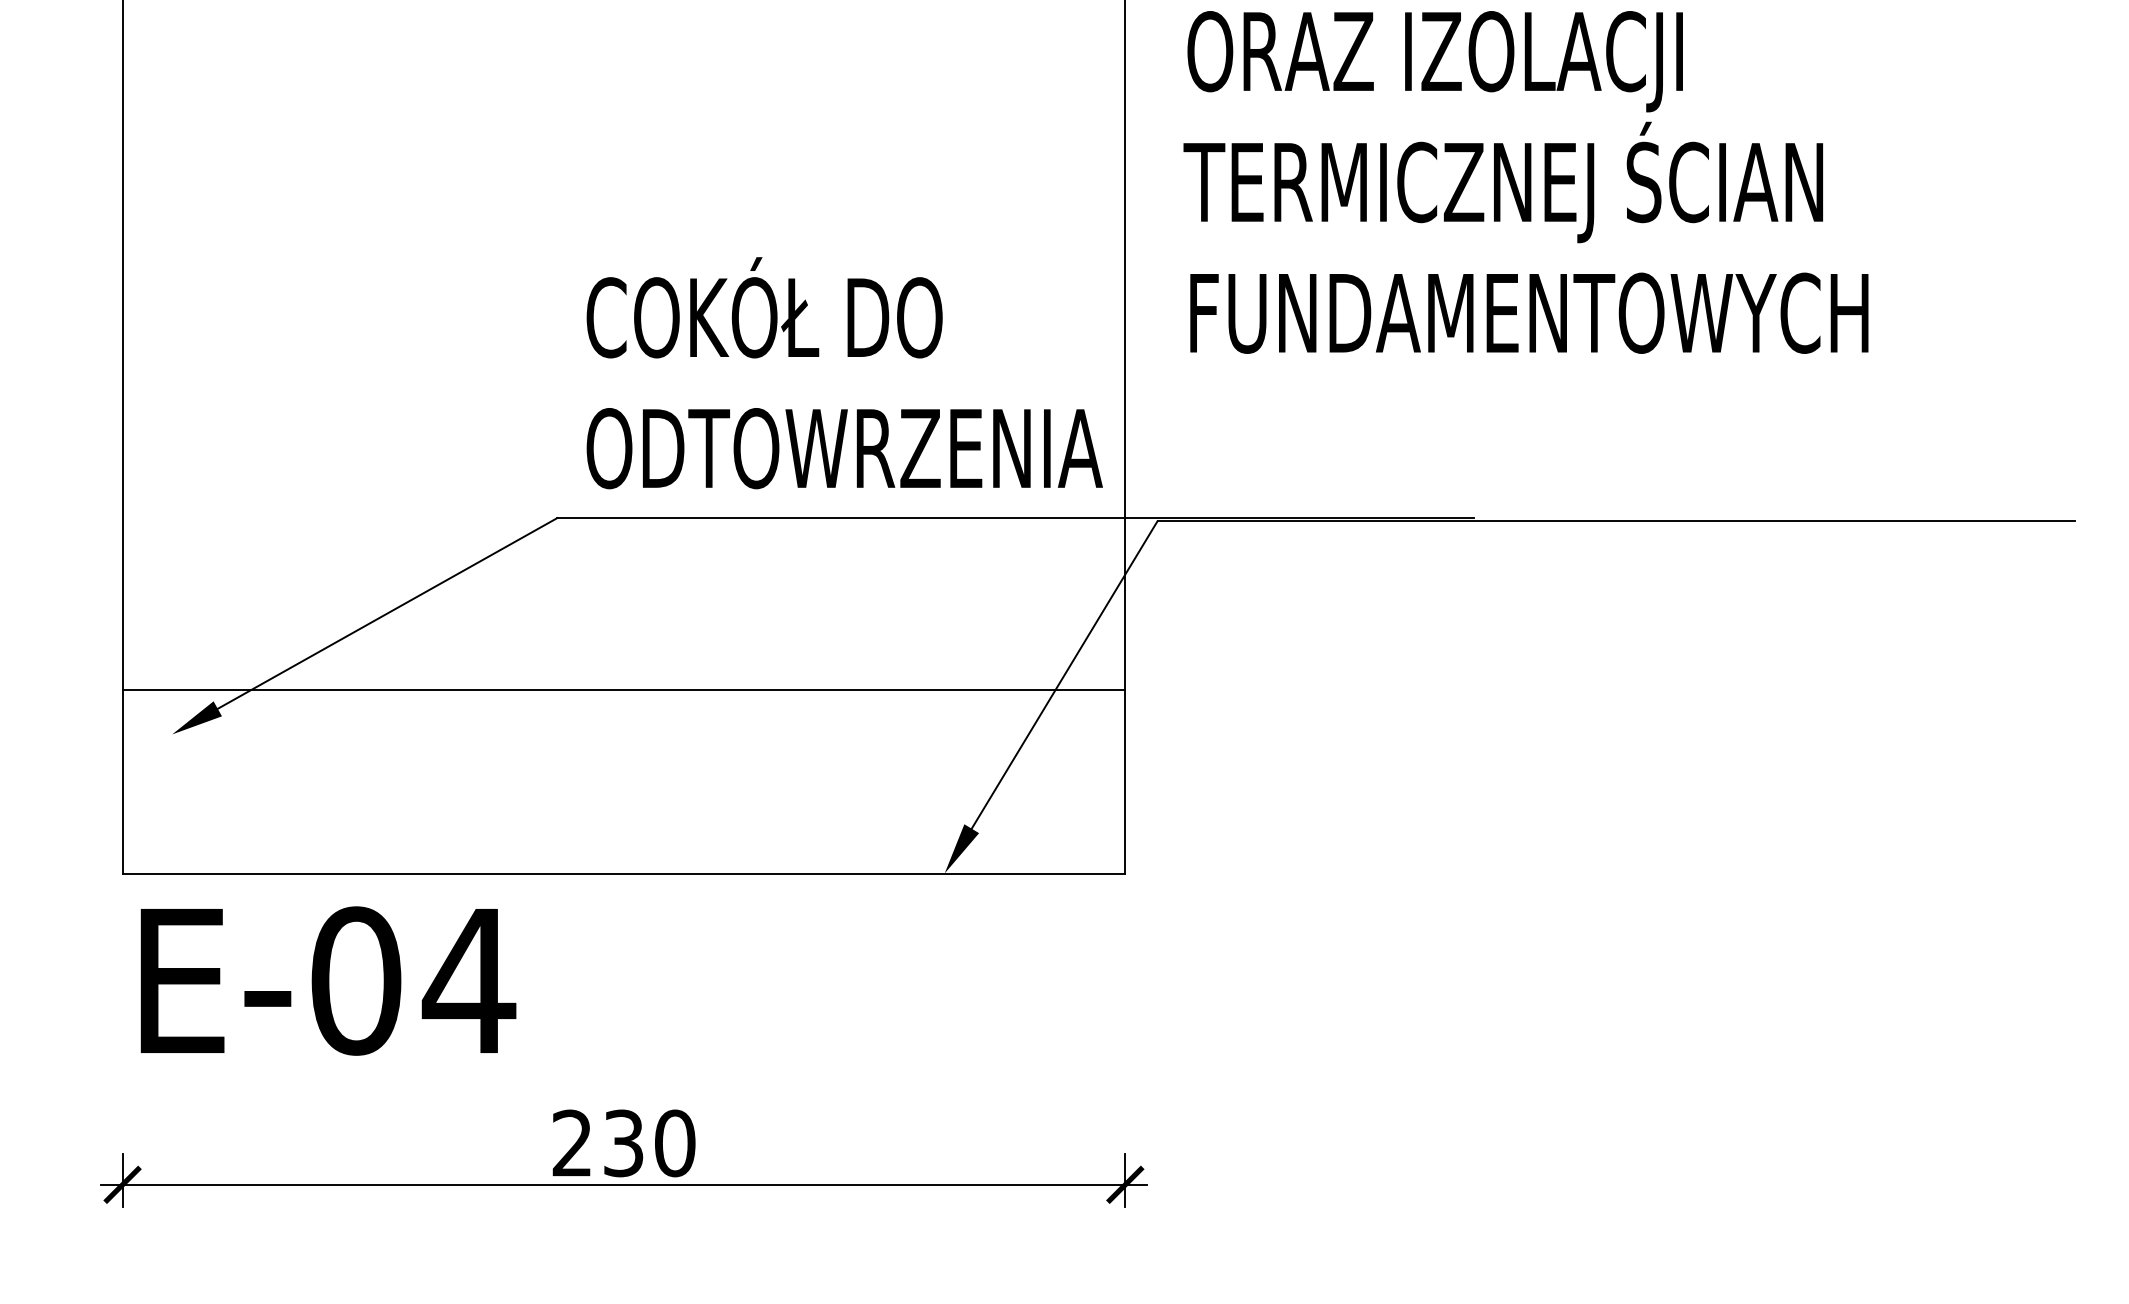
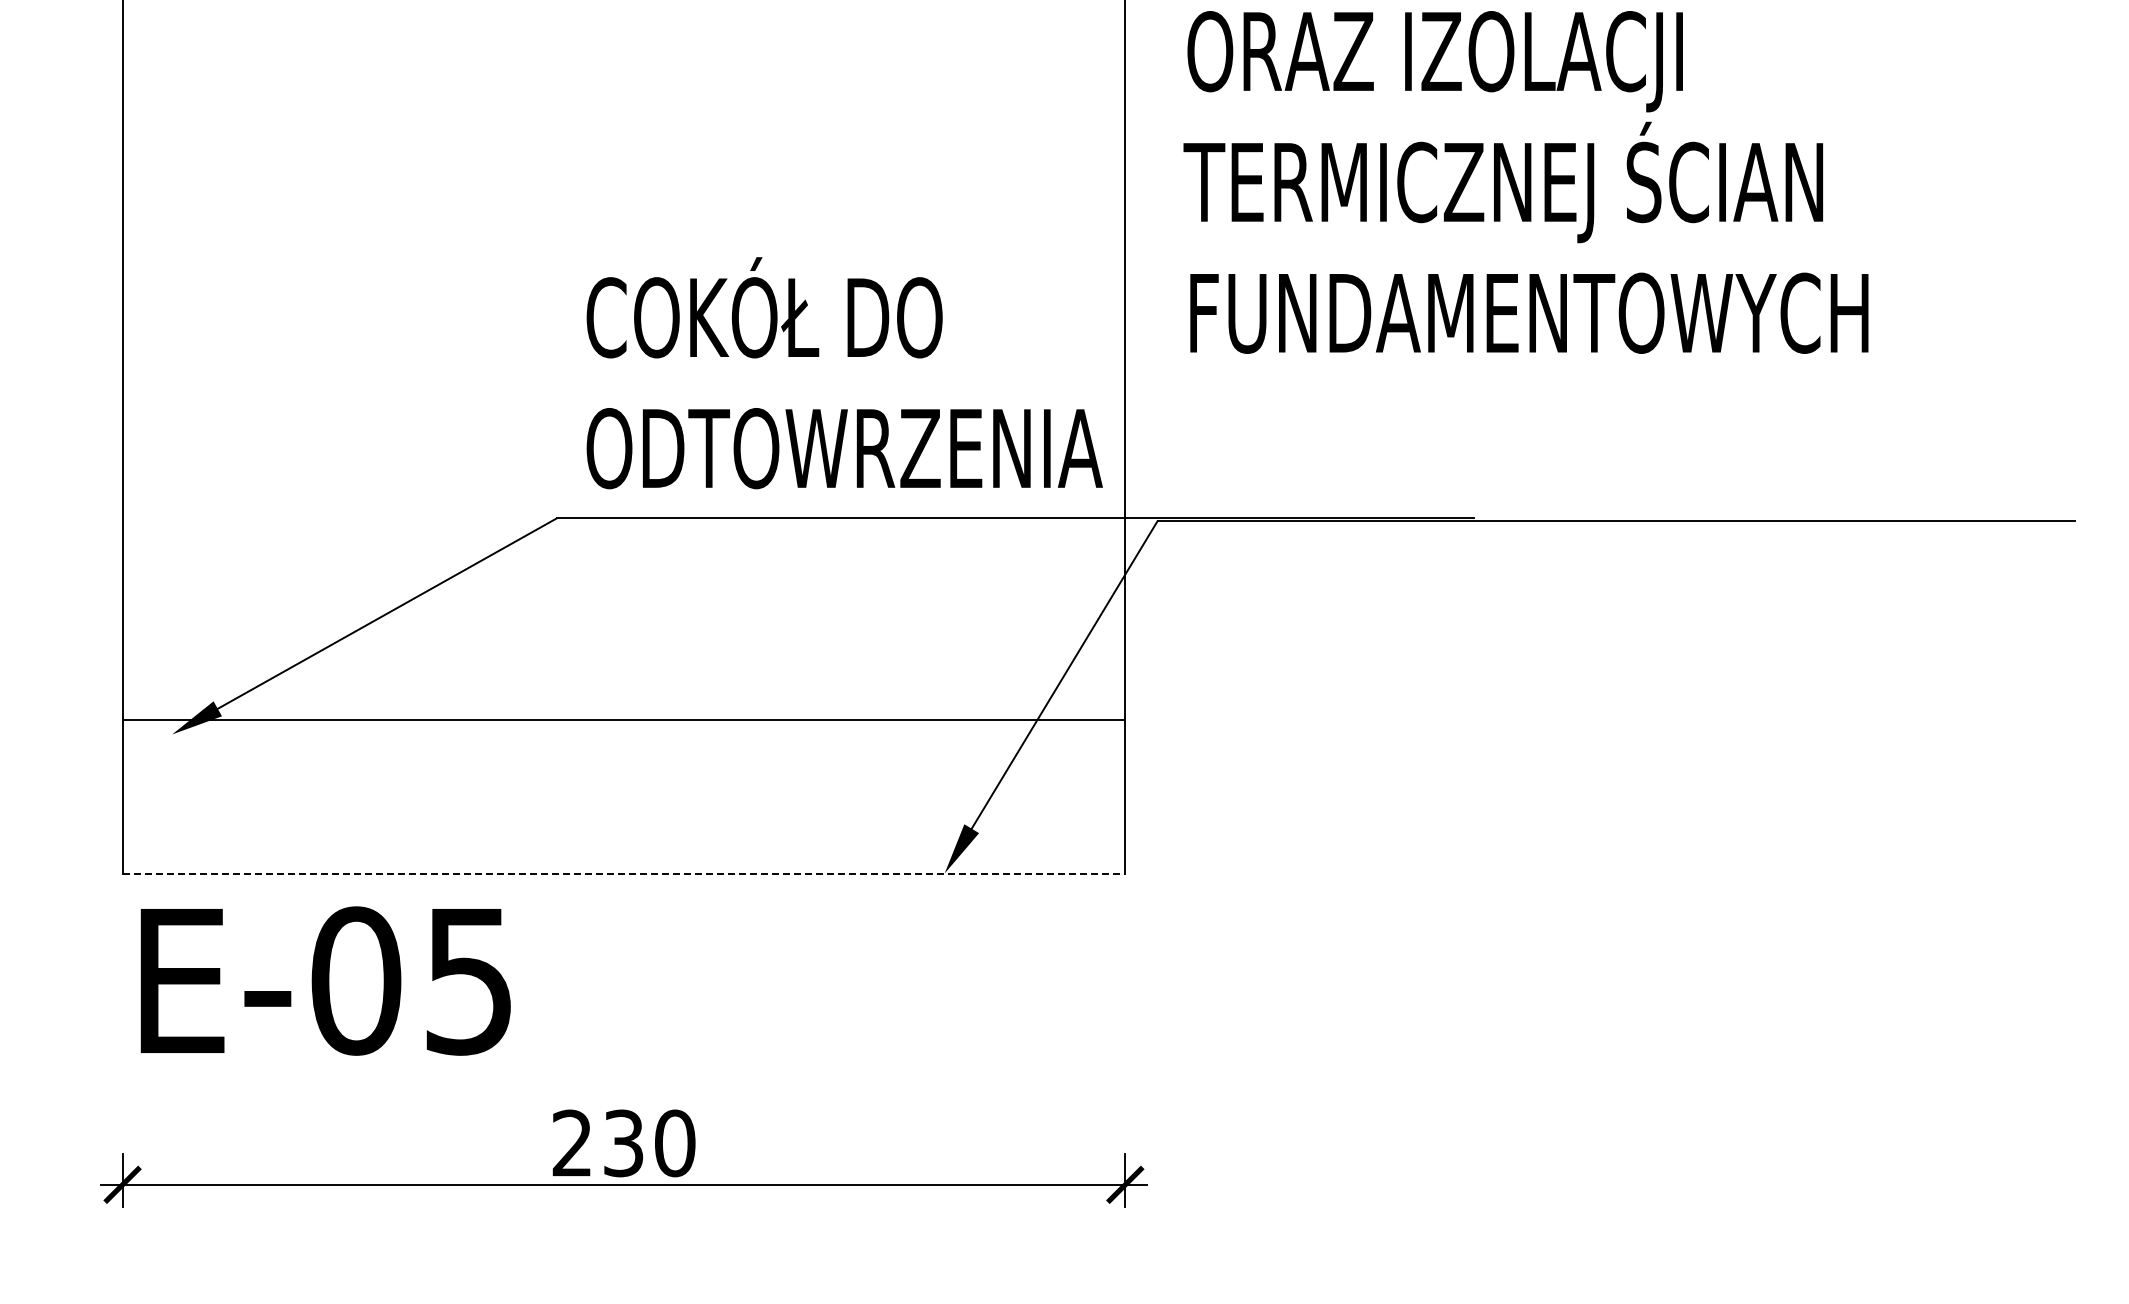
line at (623, 690) position: (623, 690) -> (623, 720)
line at (624, 873): solid -> dashed
text at (468, 982): E-04 -> E-05
